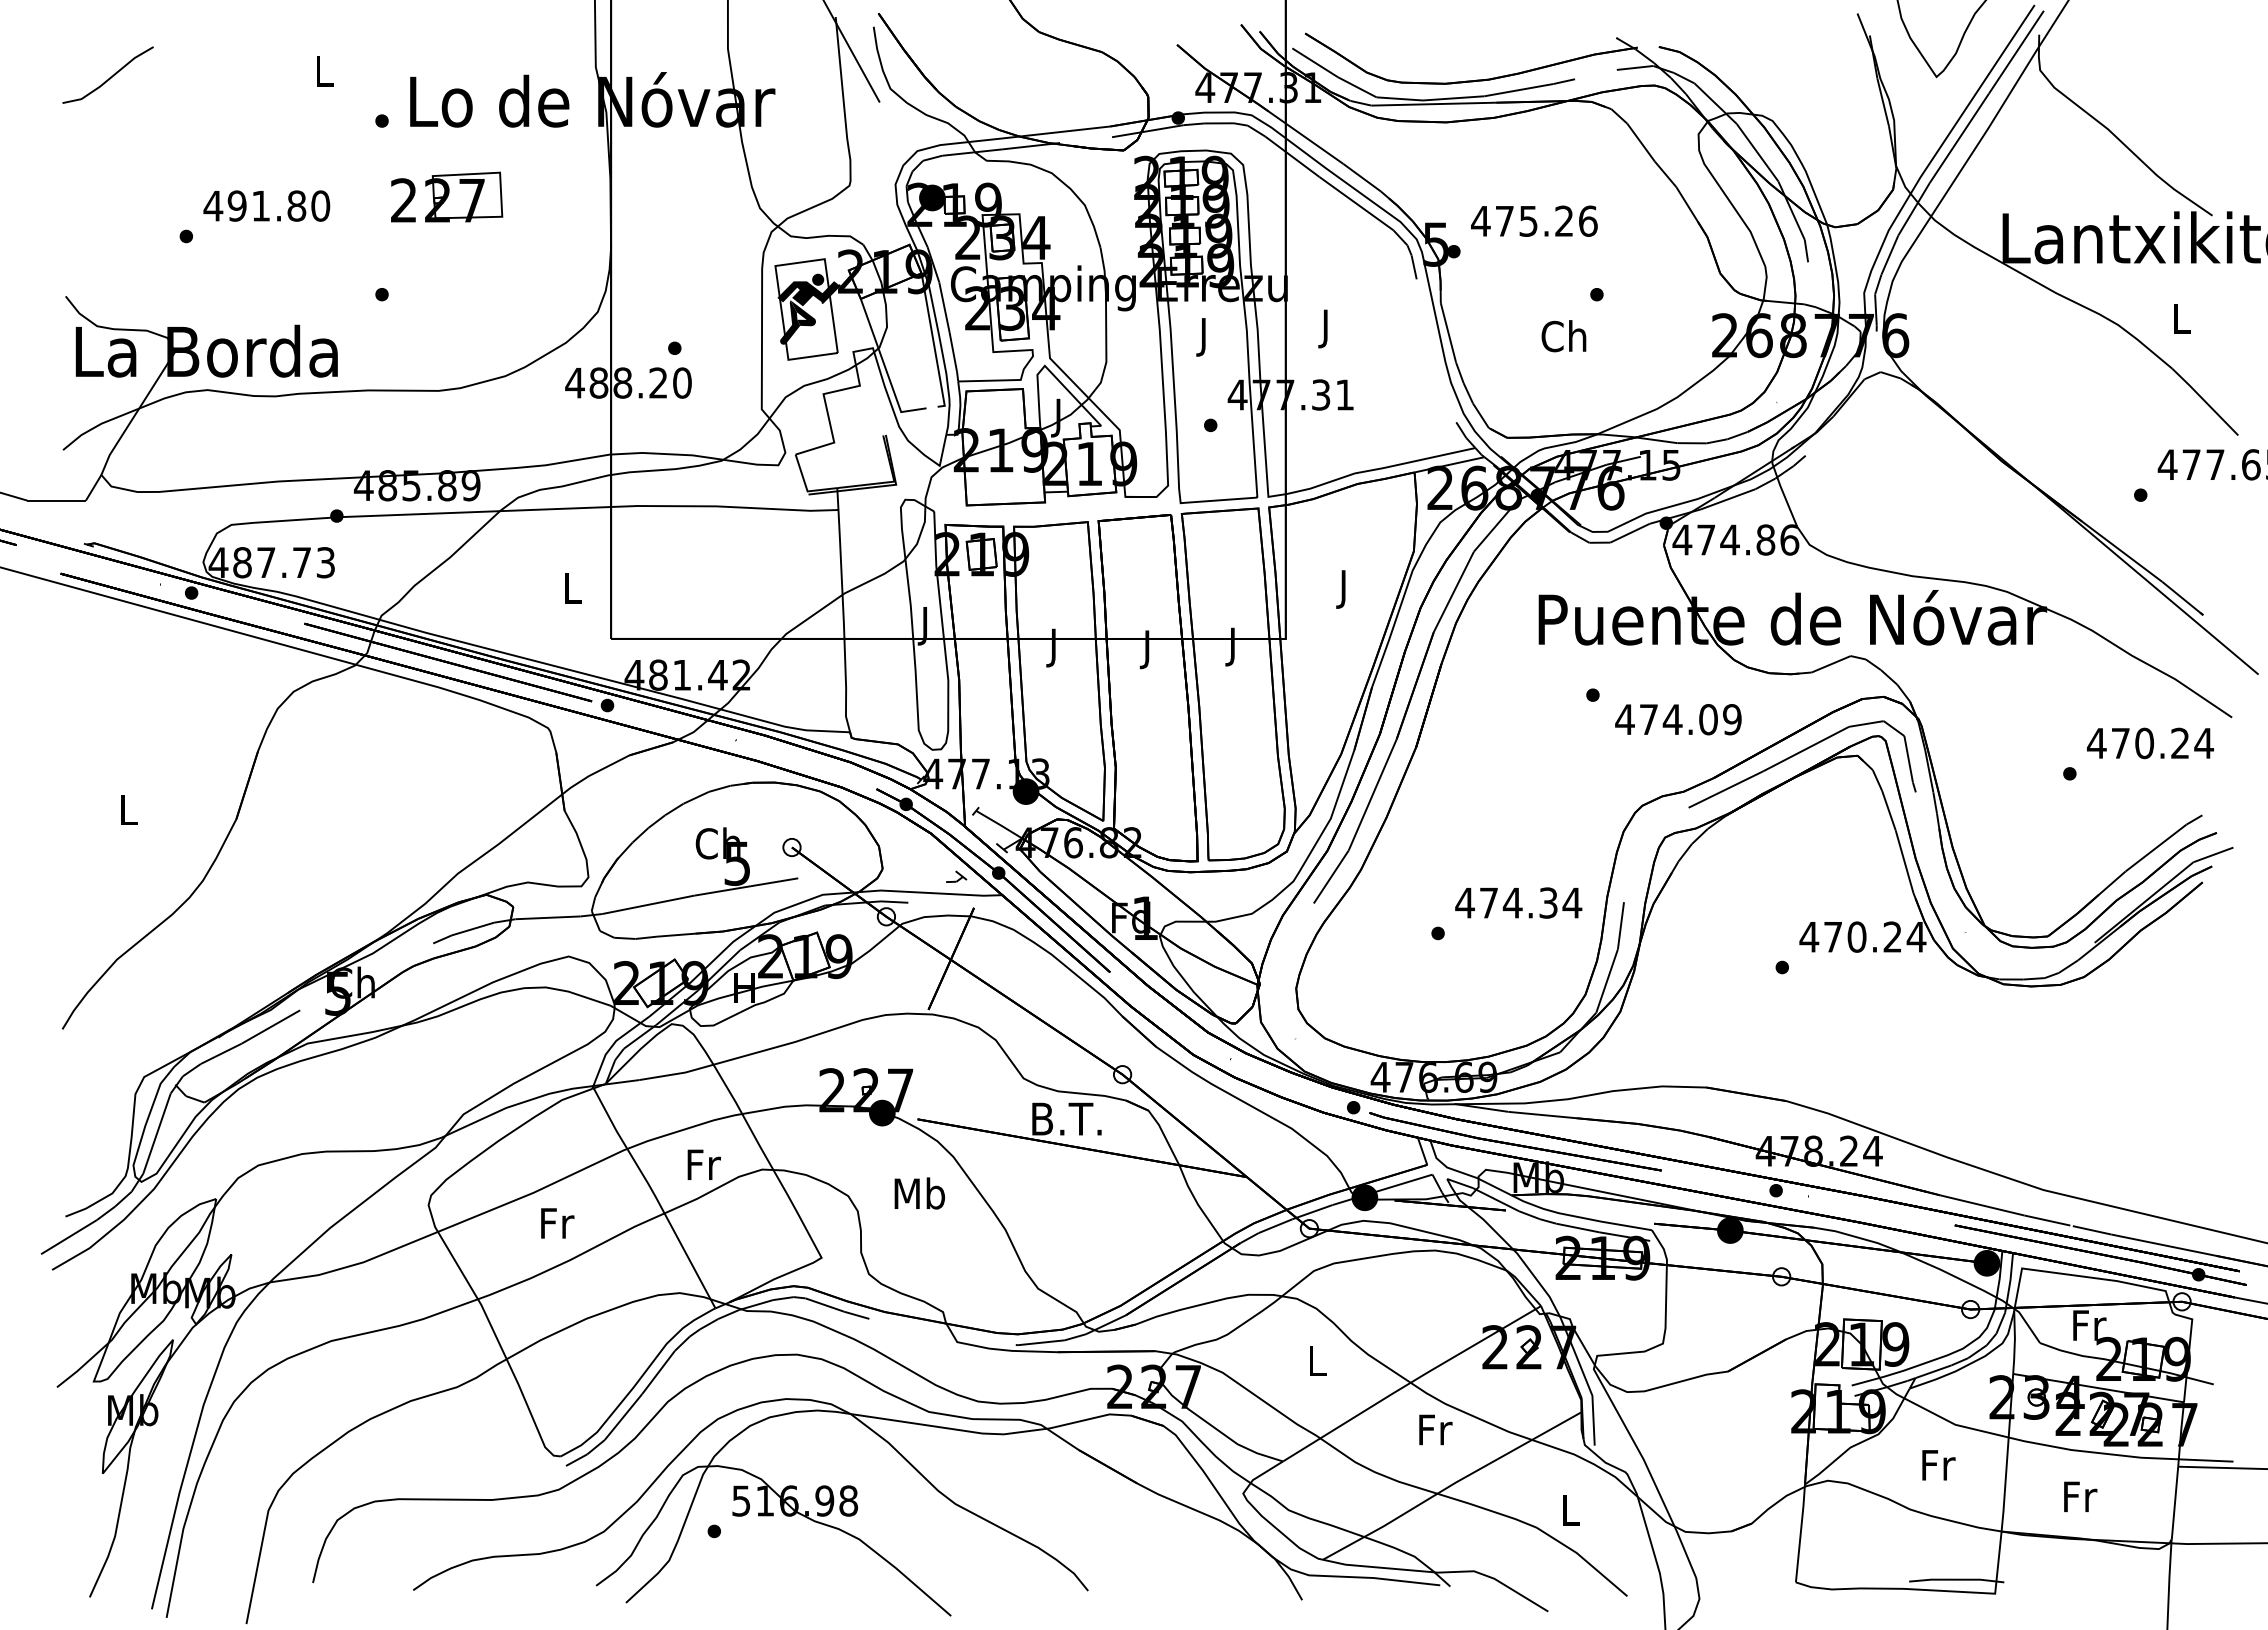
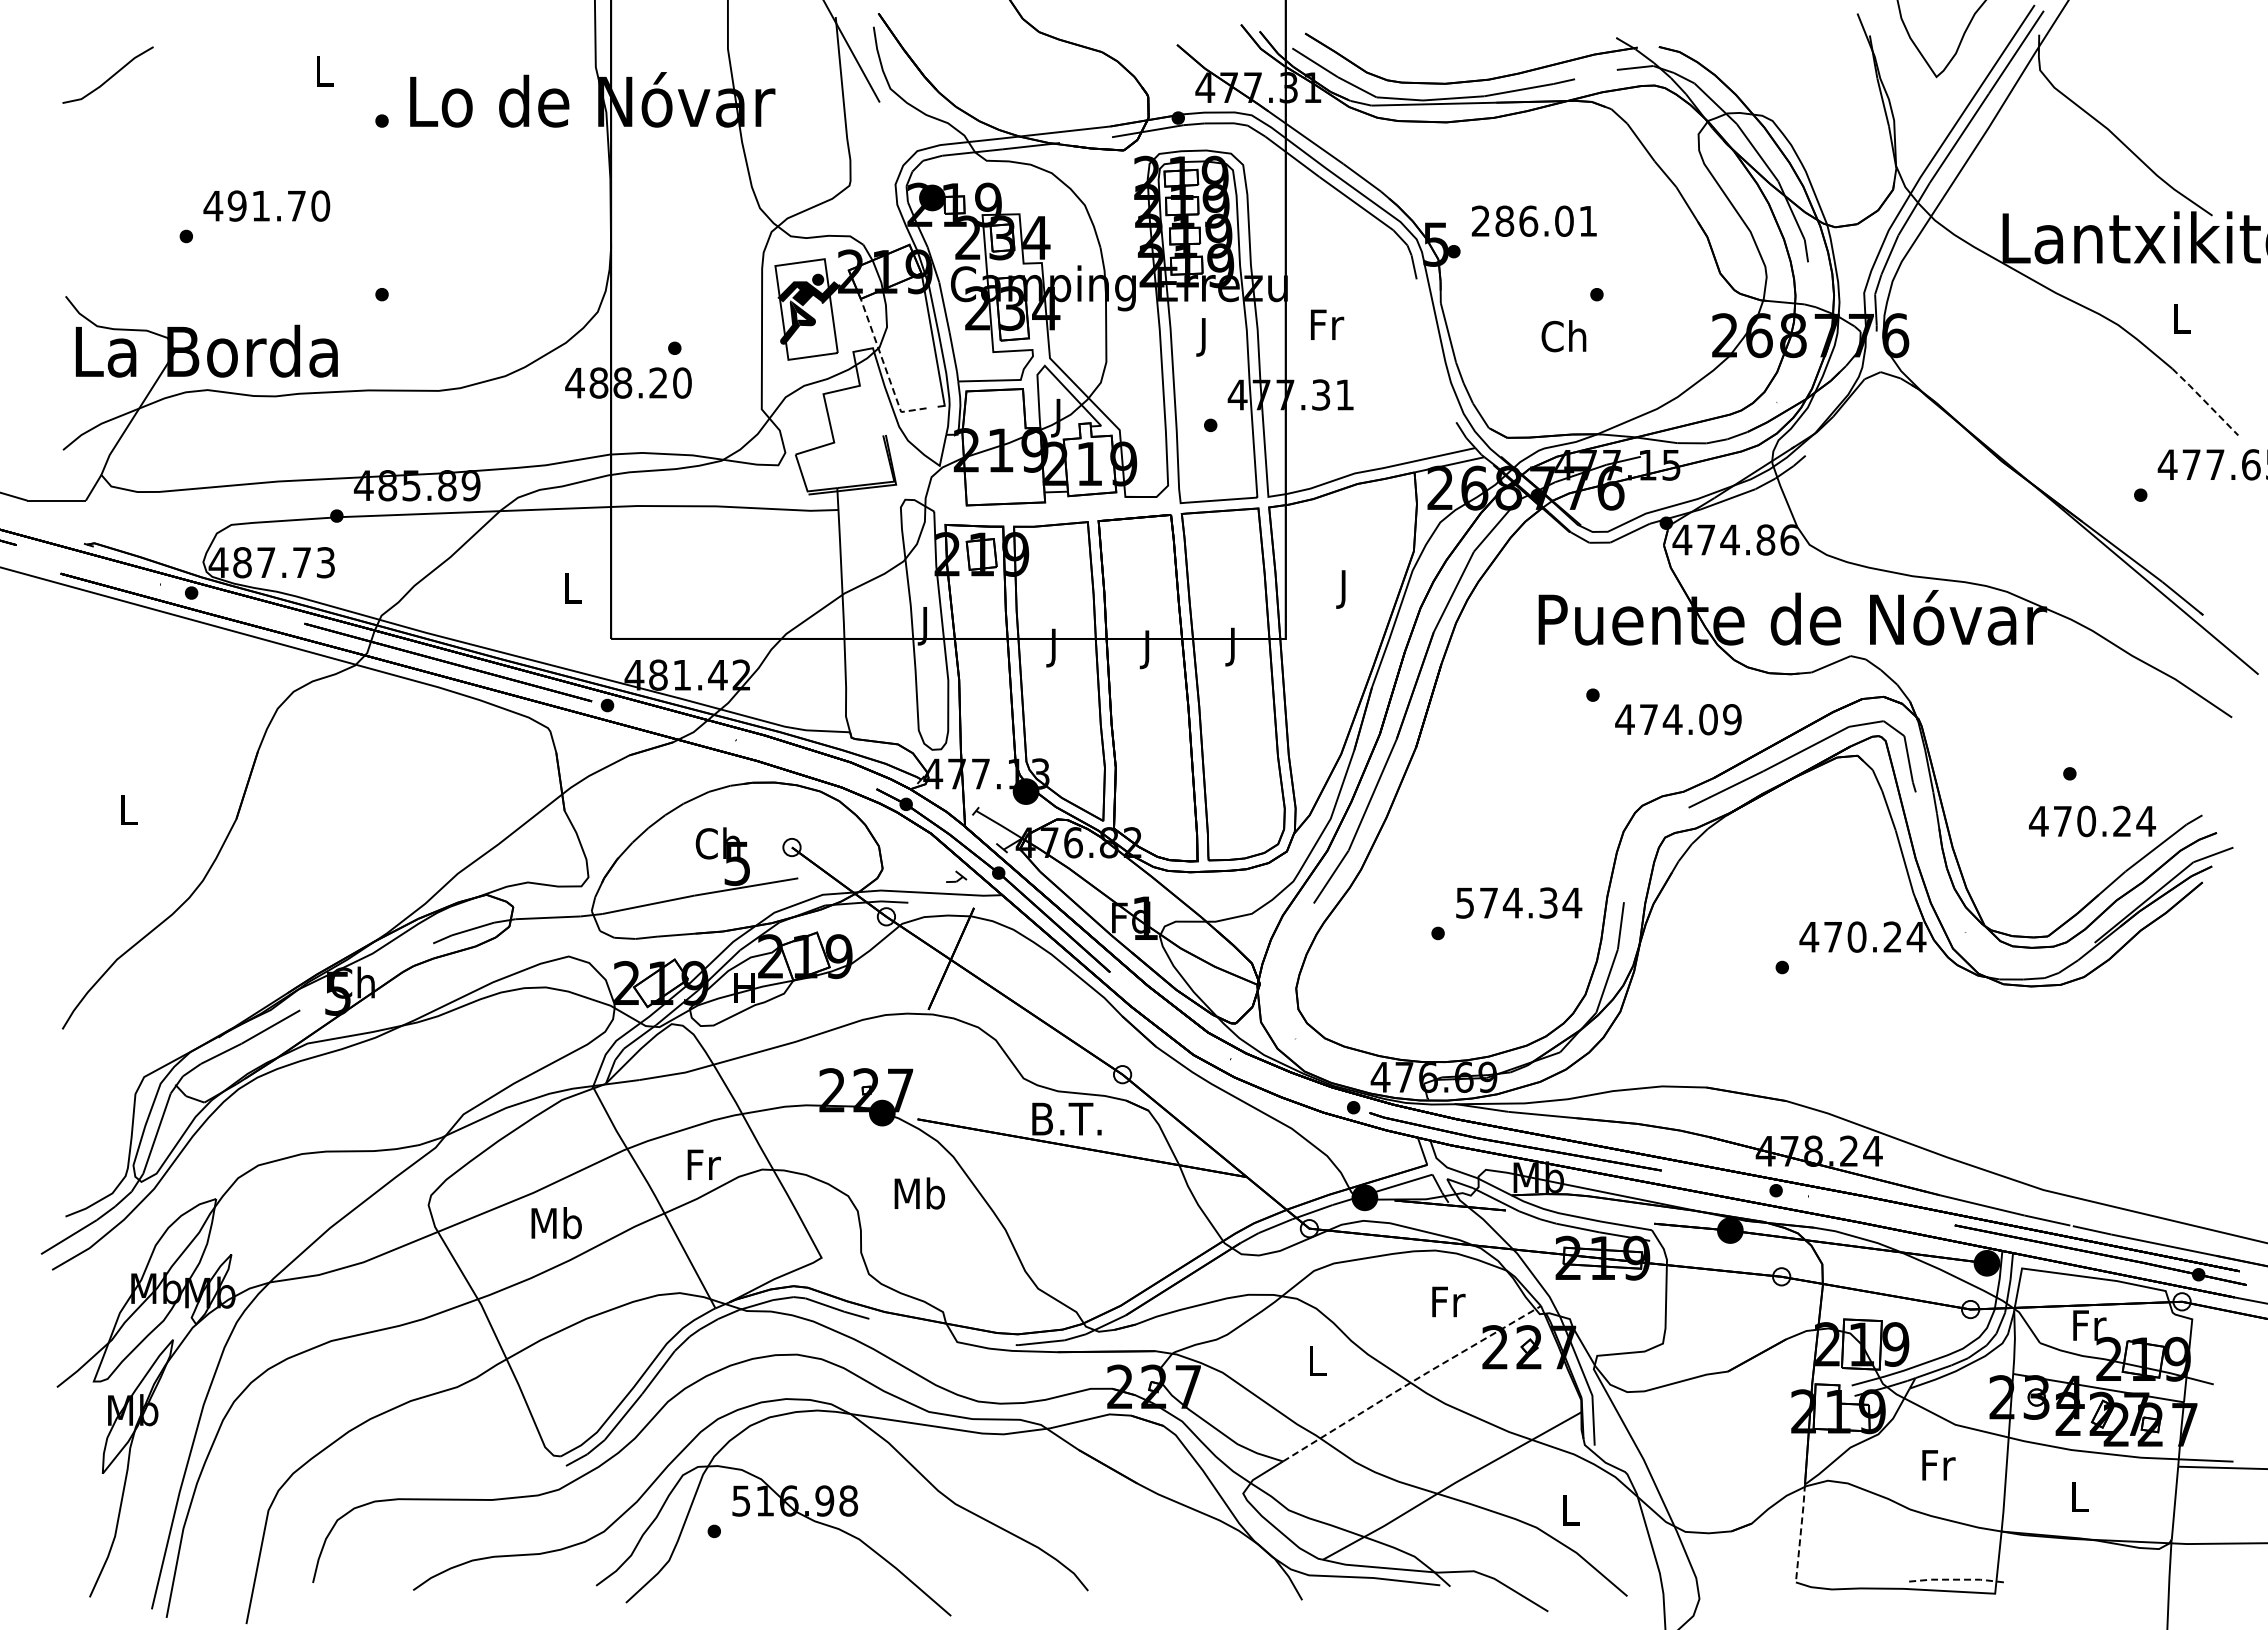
part at (447, 196): present -> none
text at (296, 205): 491.80 -> 491.70
text at (1534, 220): 475.26 -> 286.01
text at (1327, 328): J -> Fr
line at (885, 368): solid -> dashed
line at (2205, 401): solid -> dashed
text at (2150, 743) position: (2150, 743) -> (2092, 821)
text at (1464, 902): 474.34 -> 574.34
text at (556, 1223): Fr -> Mb
line at (1411, 1382): solid -> dashed
text at (1435, 1429) position: (1435, 1429) -> (1448, 1301)
text at (2080, 1496): Fr -> L
line at (1800, 1532): solid -> dashed
line at (1956, 1579): solid -> dashed
